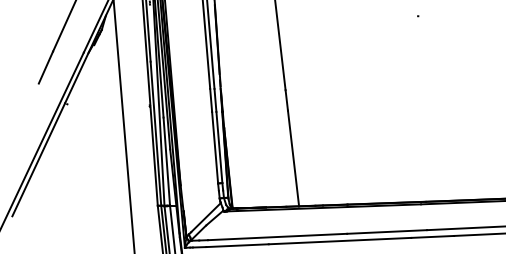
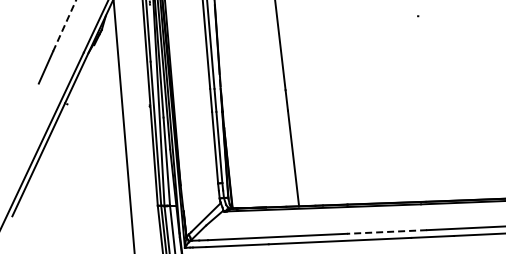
line at (64, 26): solid -> dashed
line at (386, 232): solid -> dashed
